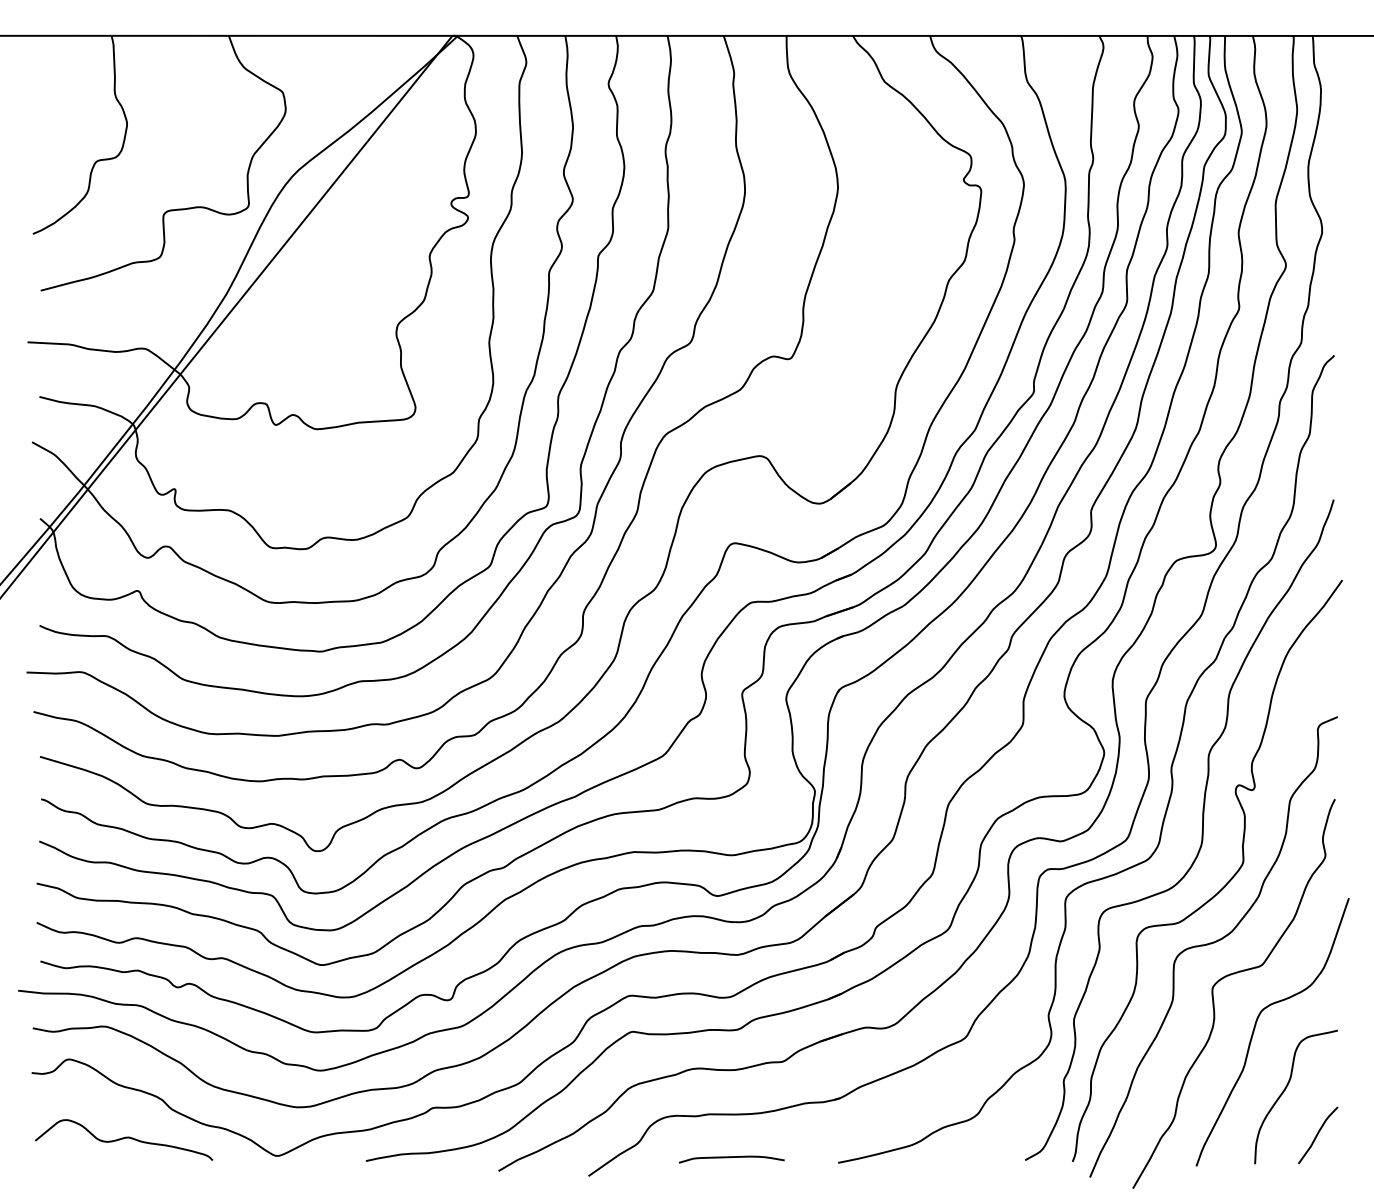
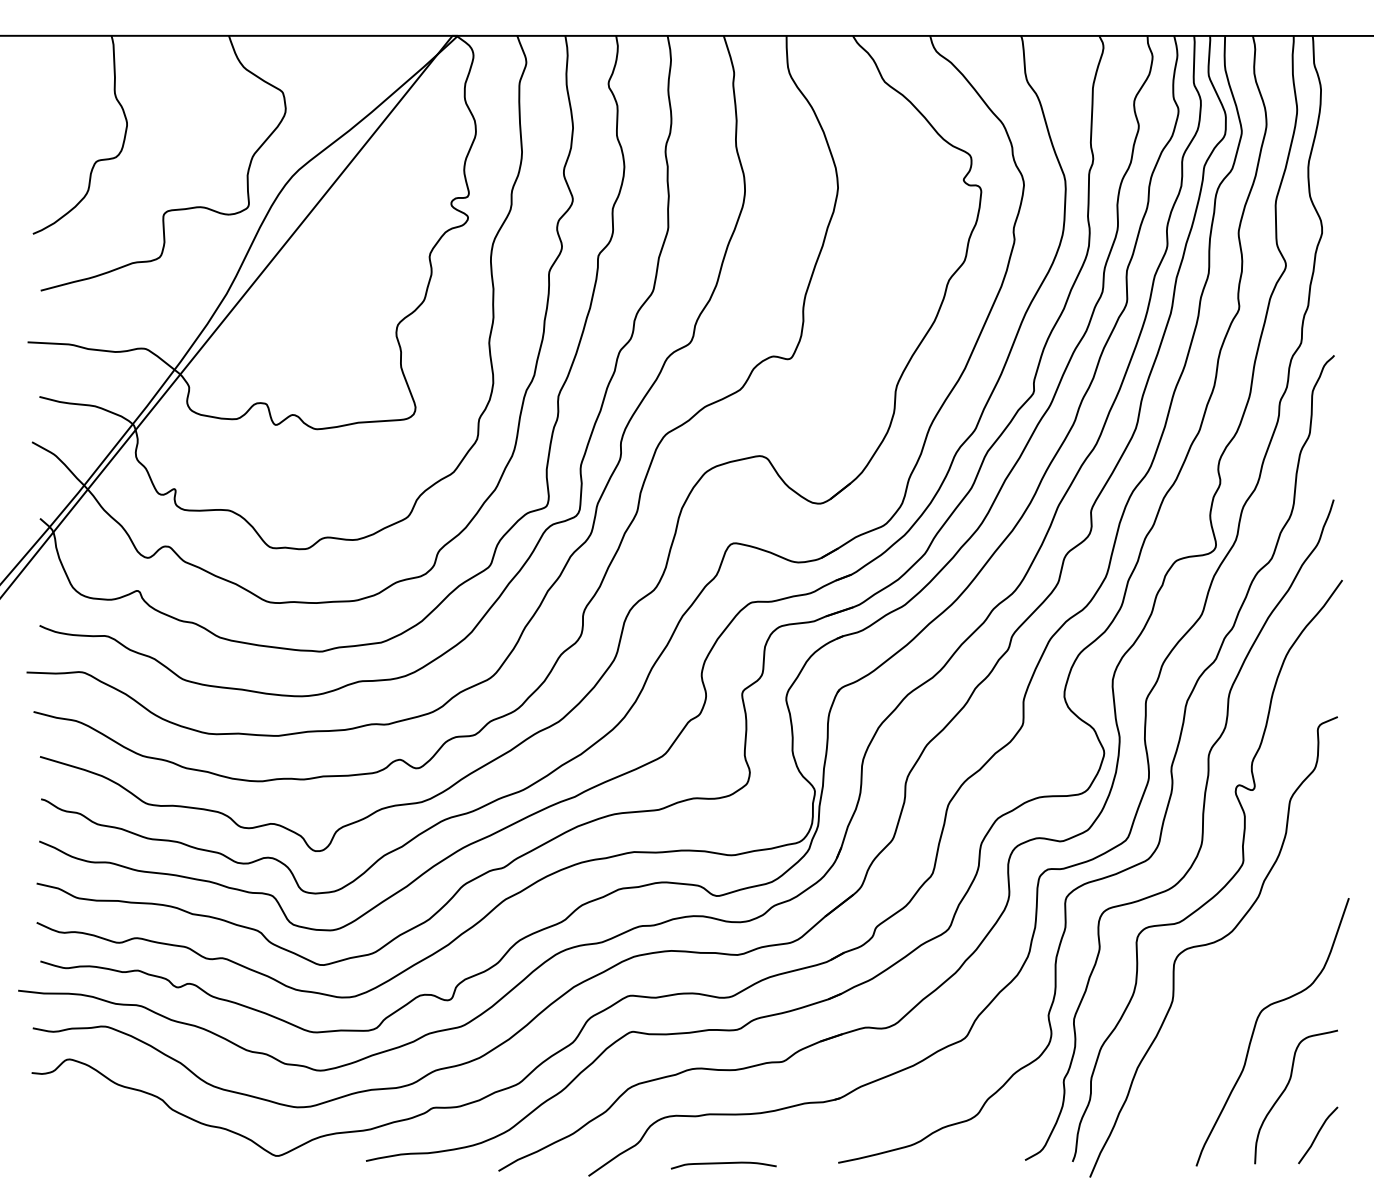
curve at (1226, 977): present -> none
curve at (124, 1138): present -> none
curve at (730, 1158) position: (730, 1158) -> (722, 1164)
